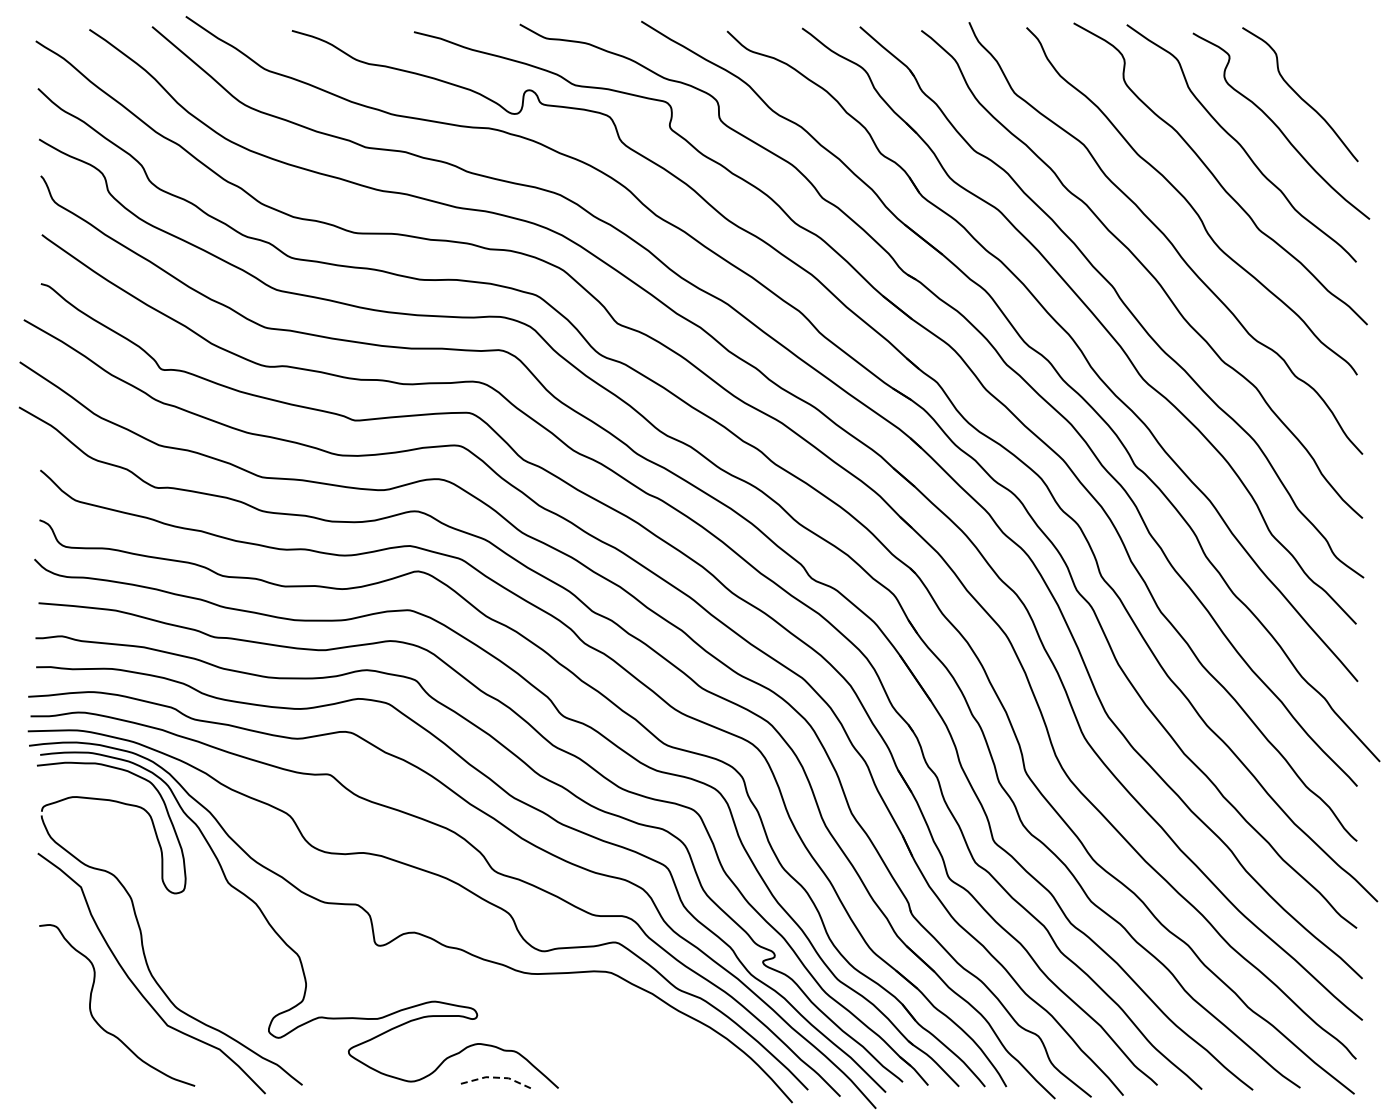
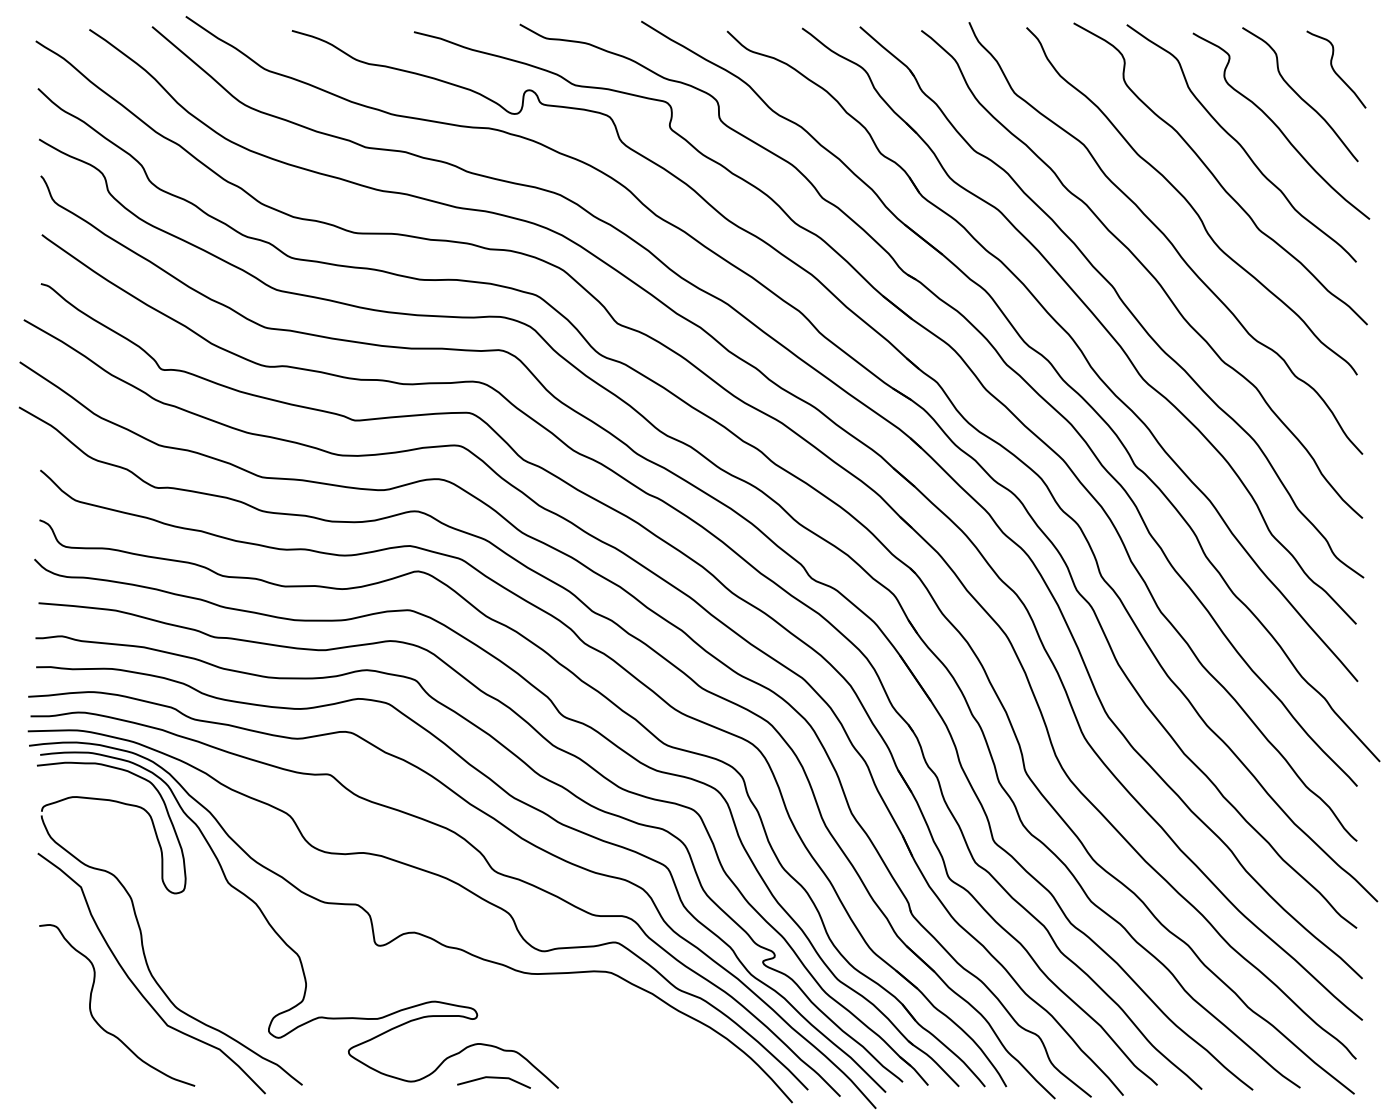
curve at (1334, 69): none -> present
line at (494, 1077): dashed -> solid
